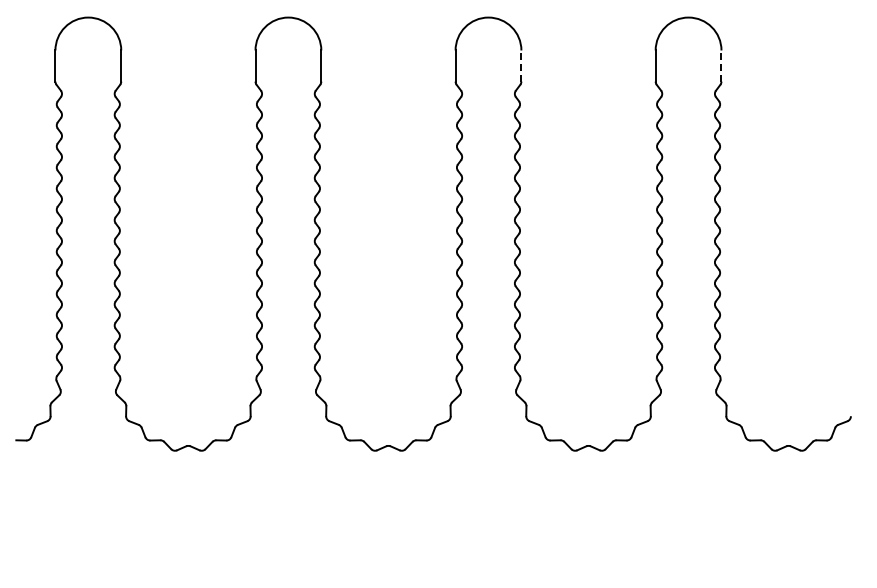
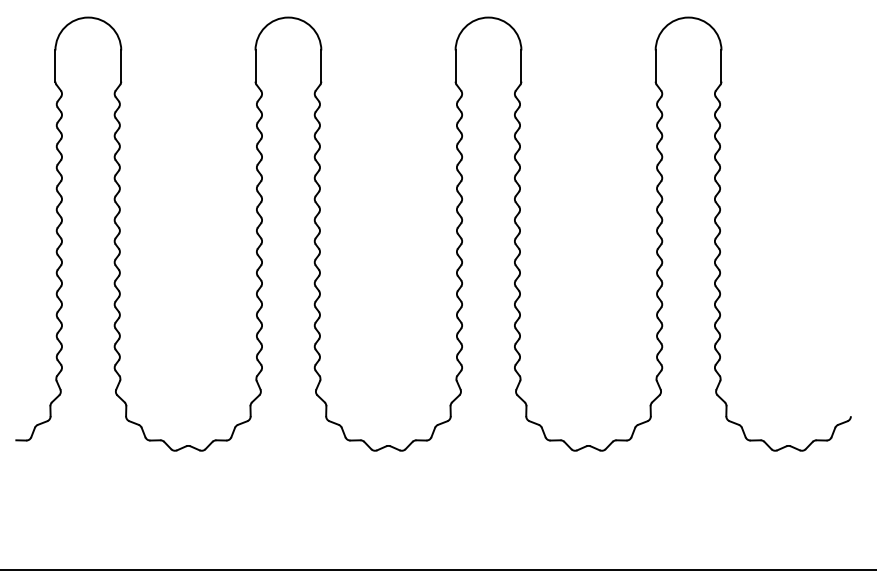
line at (521, 66): dashed -> solid
line at (721, 66): dashed -> solid
line at (437, 570): none -> present
